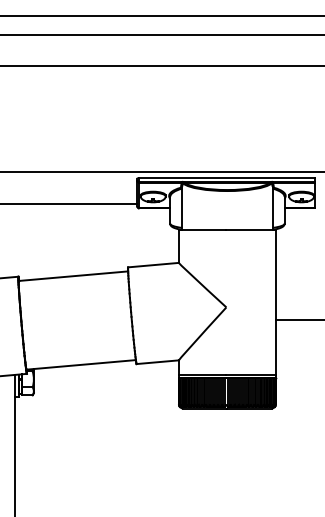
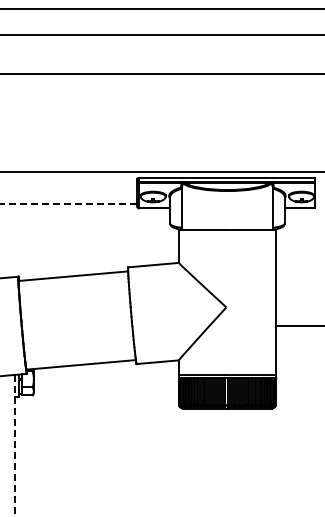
line at (161, 15) position: (161, 15) -> (161, 8)
line at (161, 65) position: (161, 65) -> (161, 73)
line at (68, 203): solid -> dashed
line at (298, 320) position: (298, 320) -> (298, 326)
line at (15, 445): solid -> dashed
